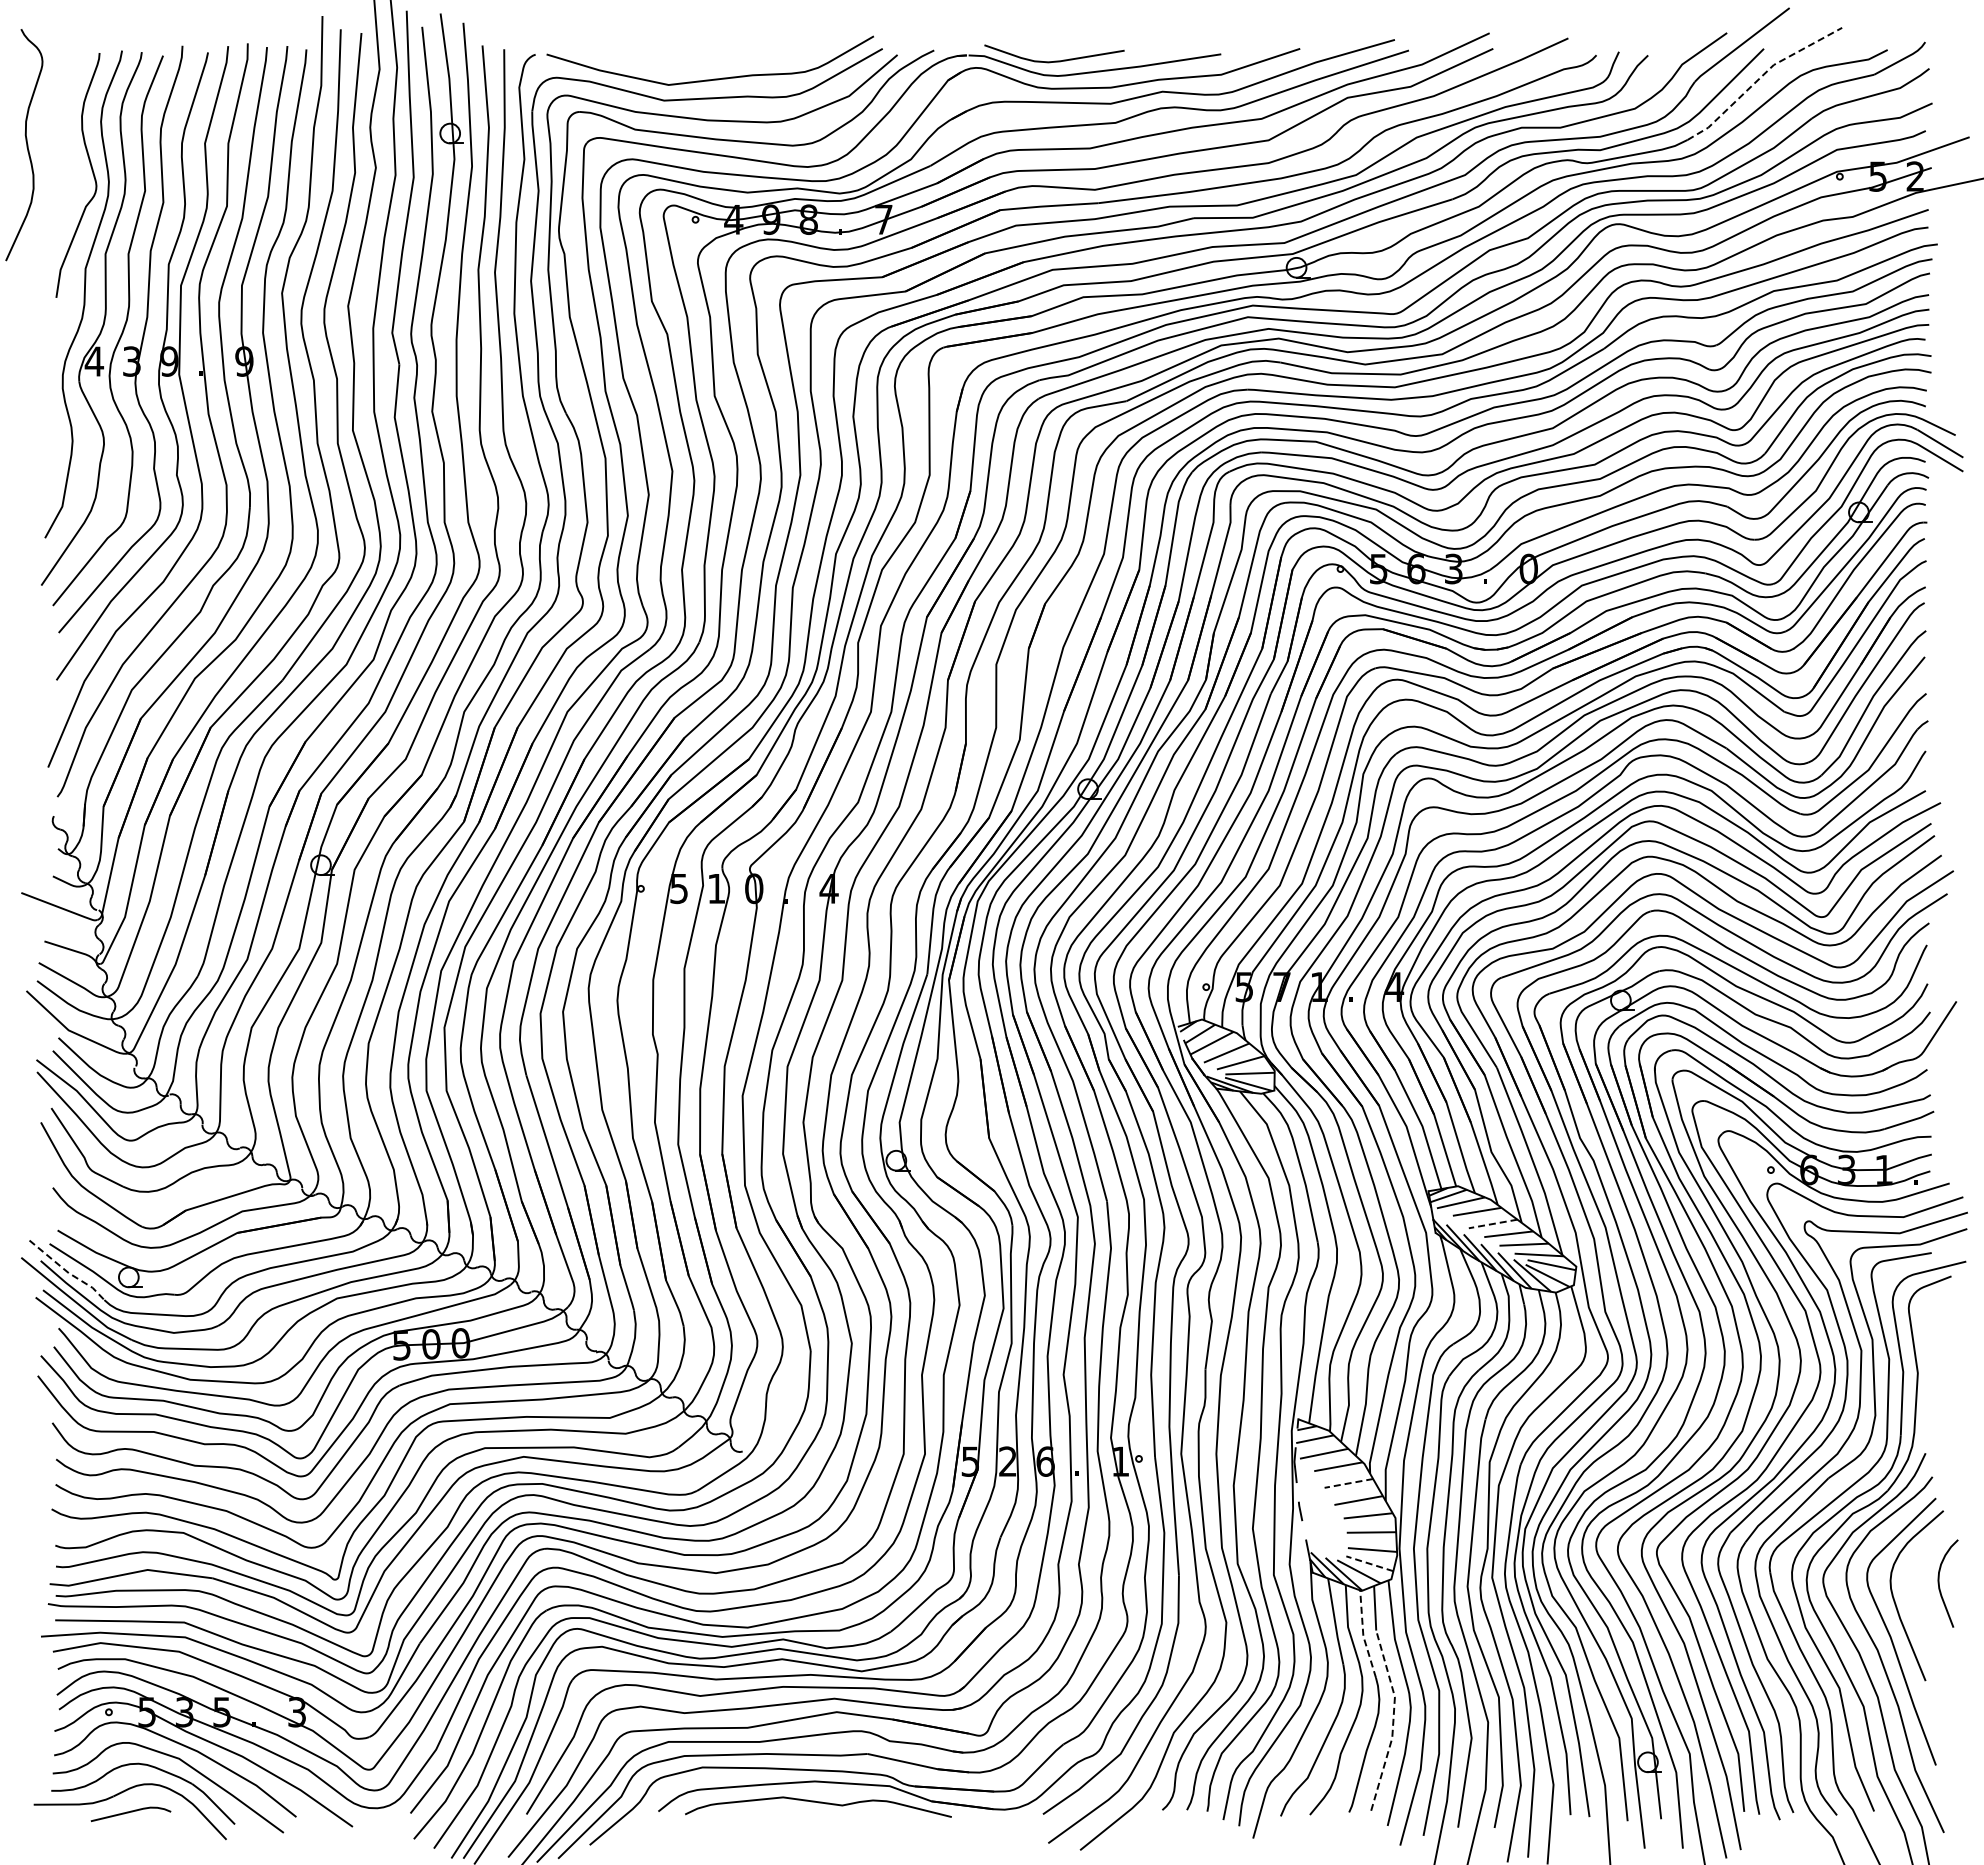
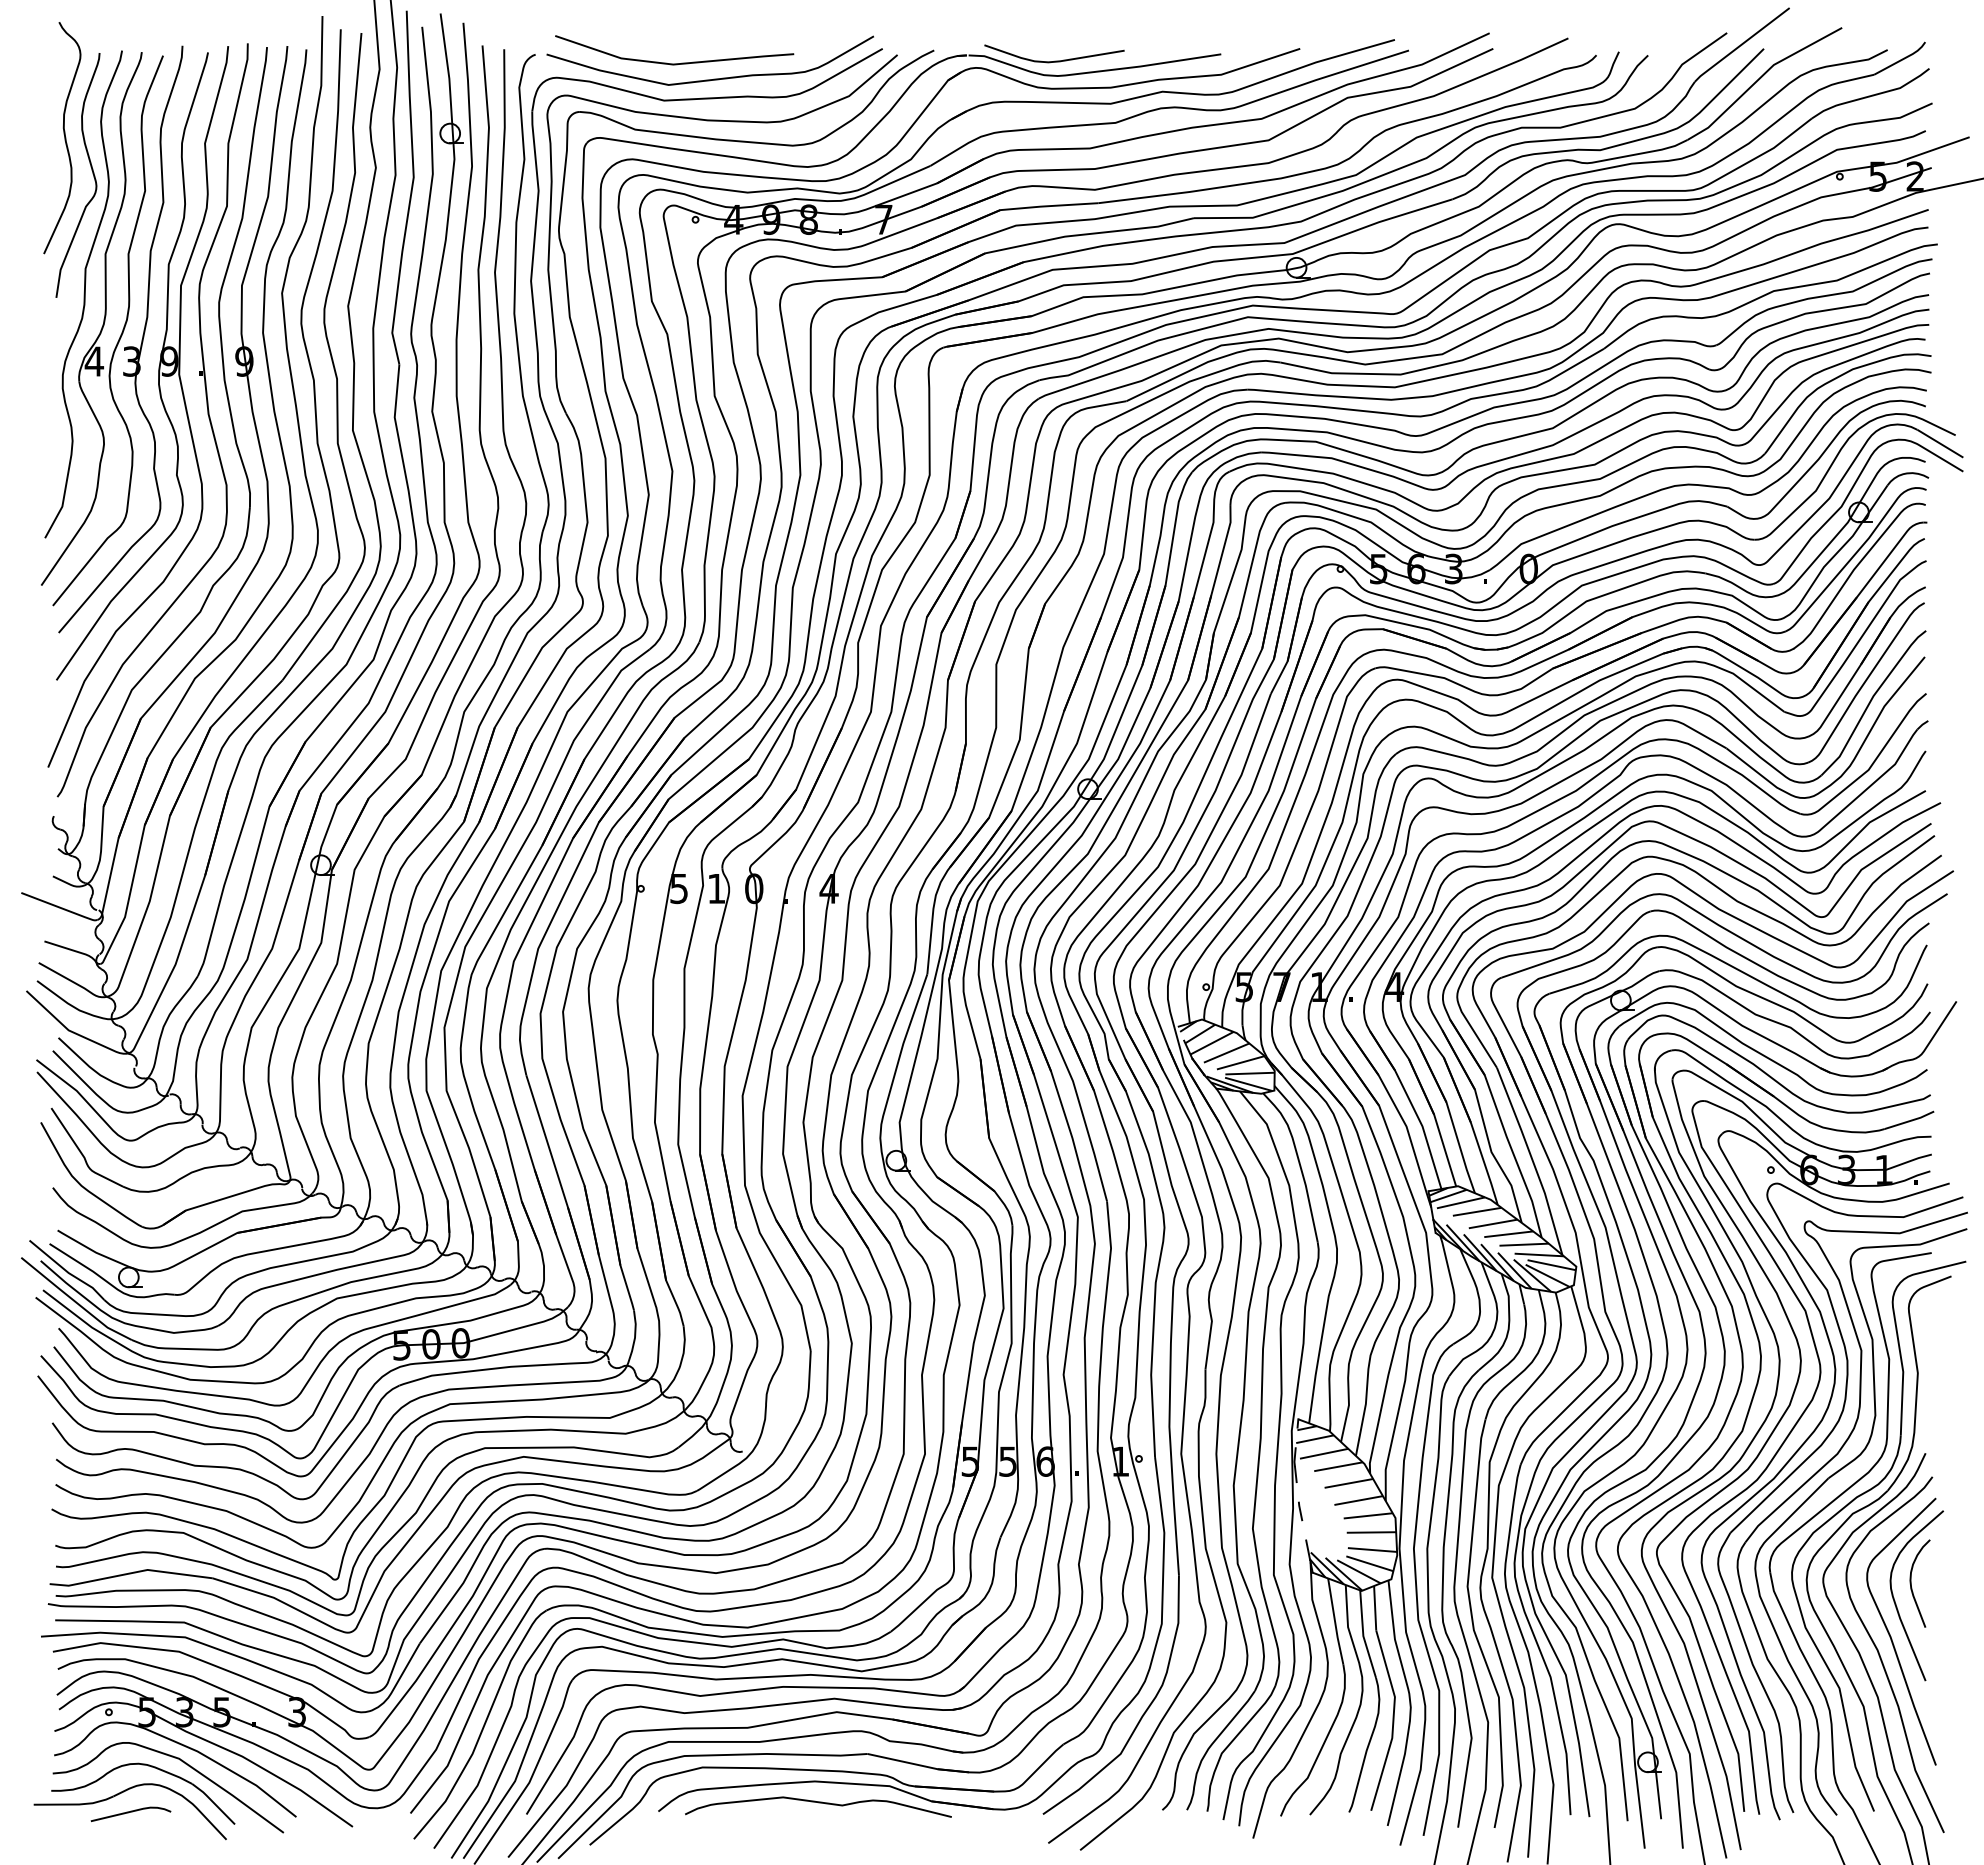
line at (674, 63): none -> present
line at (1760, 78): dashed -> solid
curve at (26, 145) position: (26, 145) -> (64, 138)
line at (1493, 1223): dashed -> solid
line at (67, 1272): dashed -> solid
text at (1007, 1461): 2 -> 5
line at (1348, 1483): dashed -> solid
line at (1369, 1563): dashed -> solid
curve at (1939, 1583) position: (1939, 1583) -> (1911, 1583)
line at (1363, 1635): dashed -> solid
line at (1393, 1720): dashed -> solid
